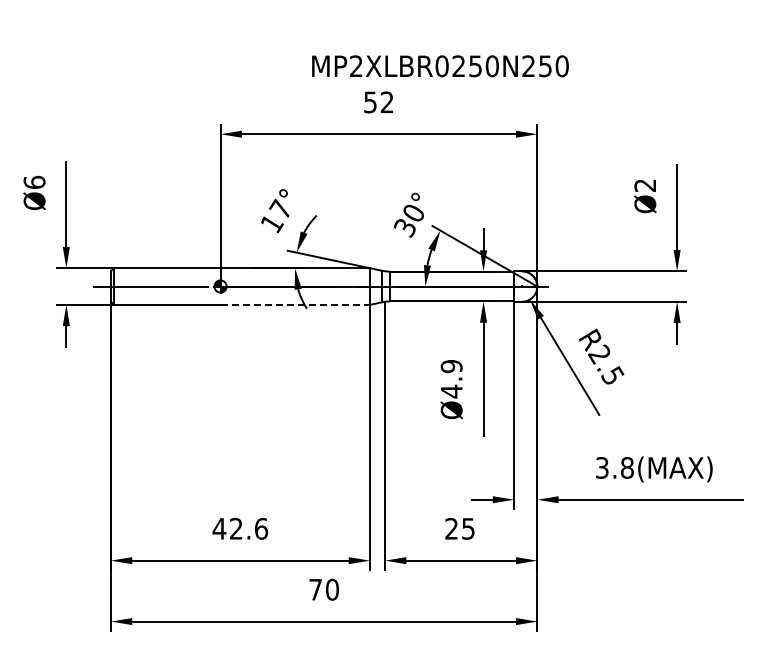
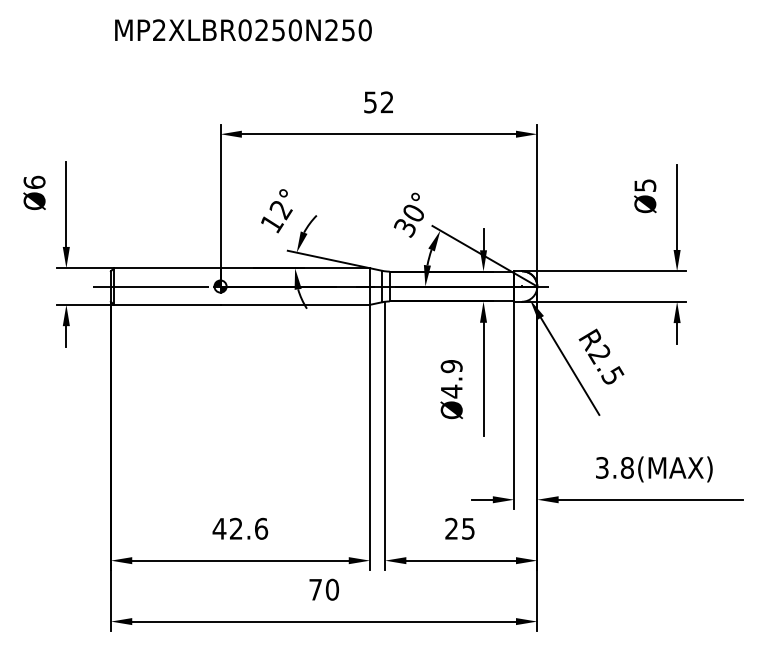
text at (440, 66) position: (440, 66) -> (243, 30)
text at (645, 185): Ø2 -> Ø5
text at (280, 209): 17° -> 12°
line at (295, 304): dashed -> solid
